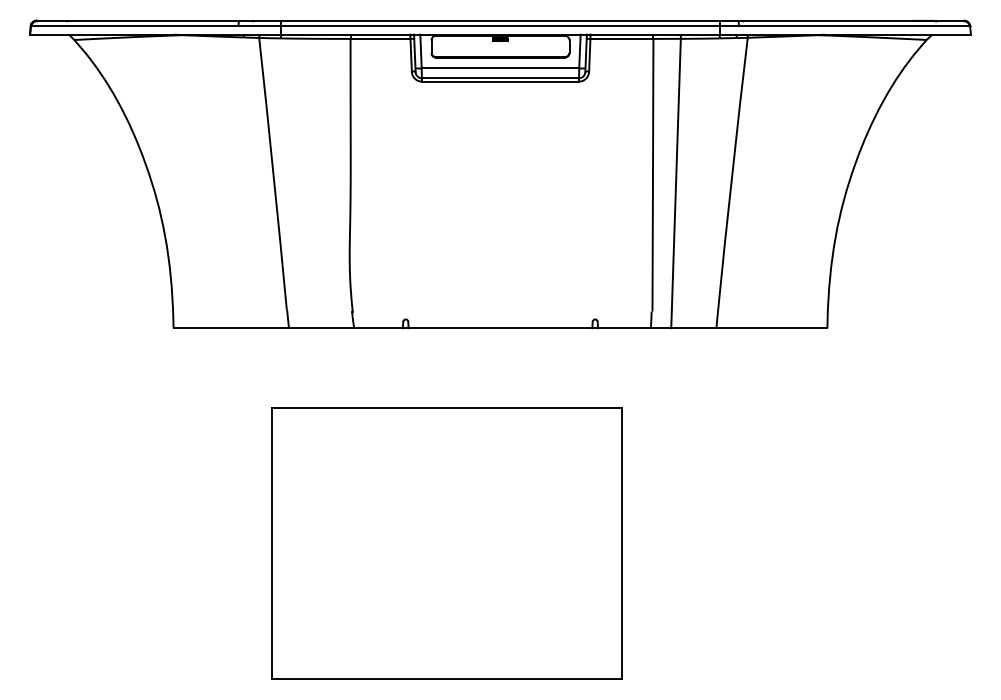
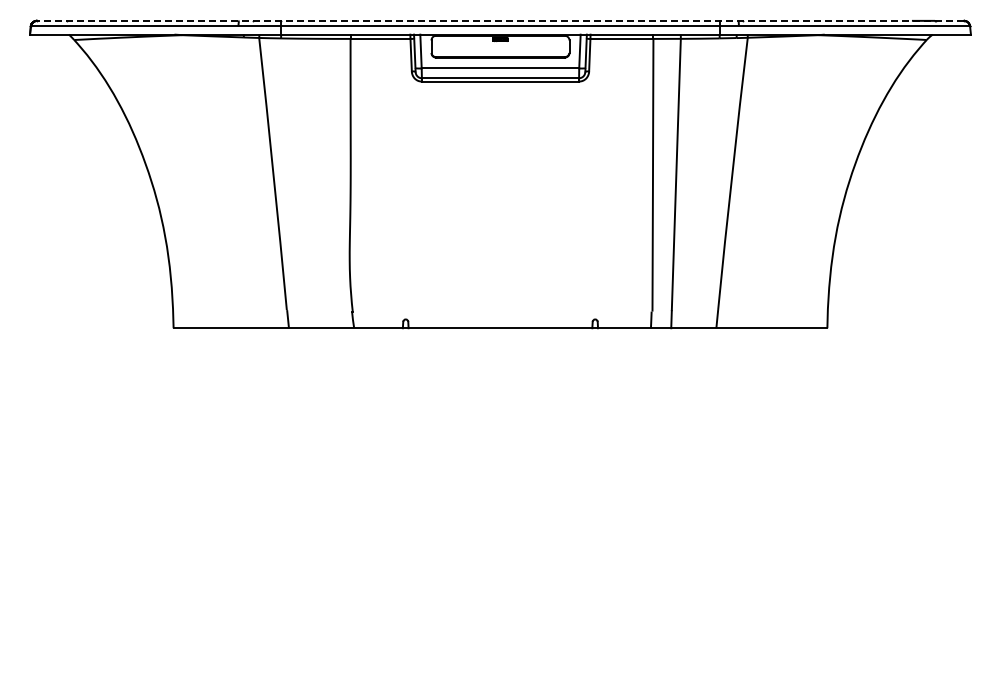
line at (500, 20): solid -> dashed
part at (446, 543): present -> none
